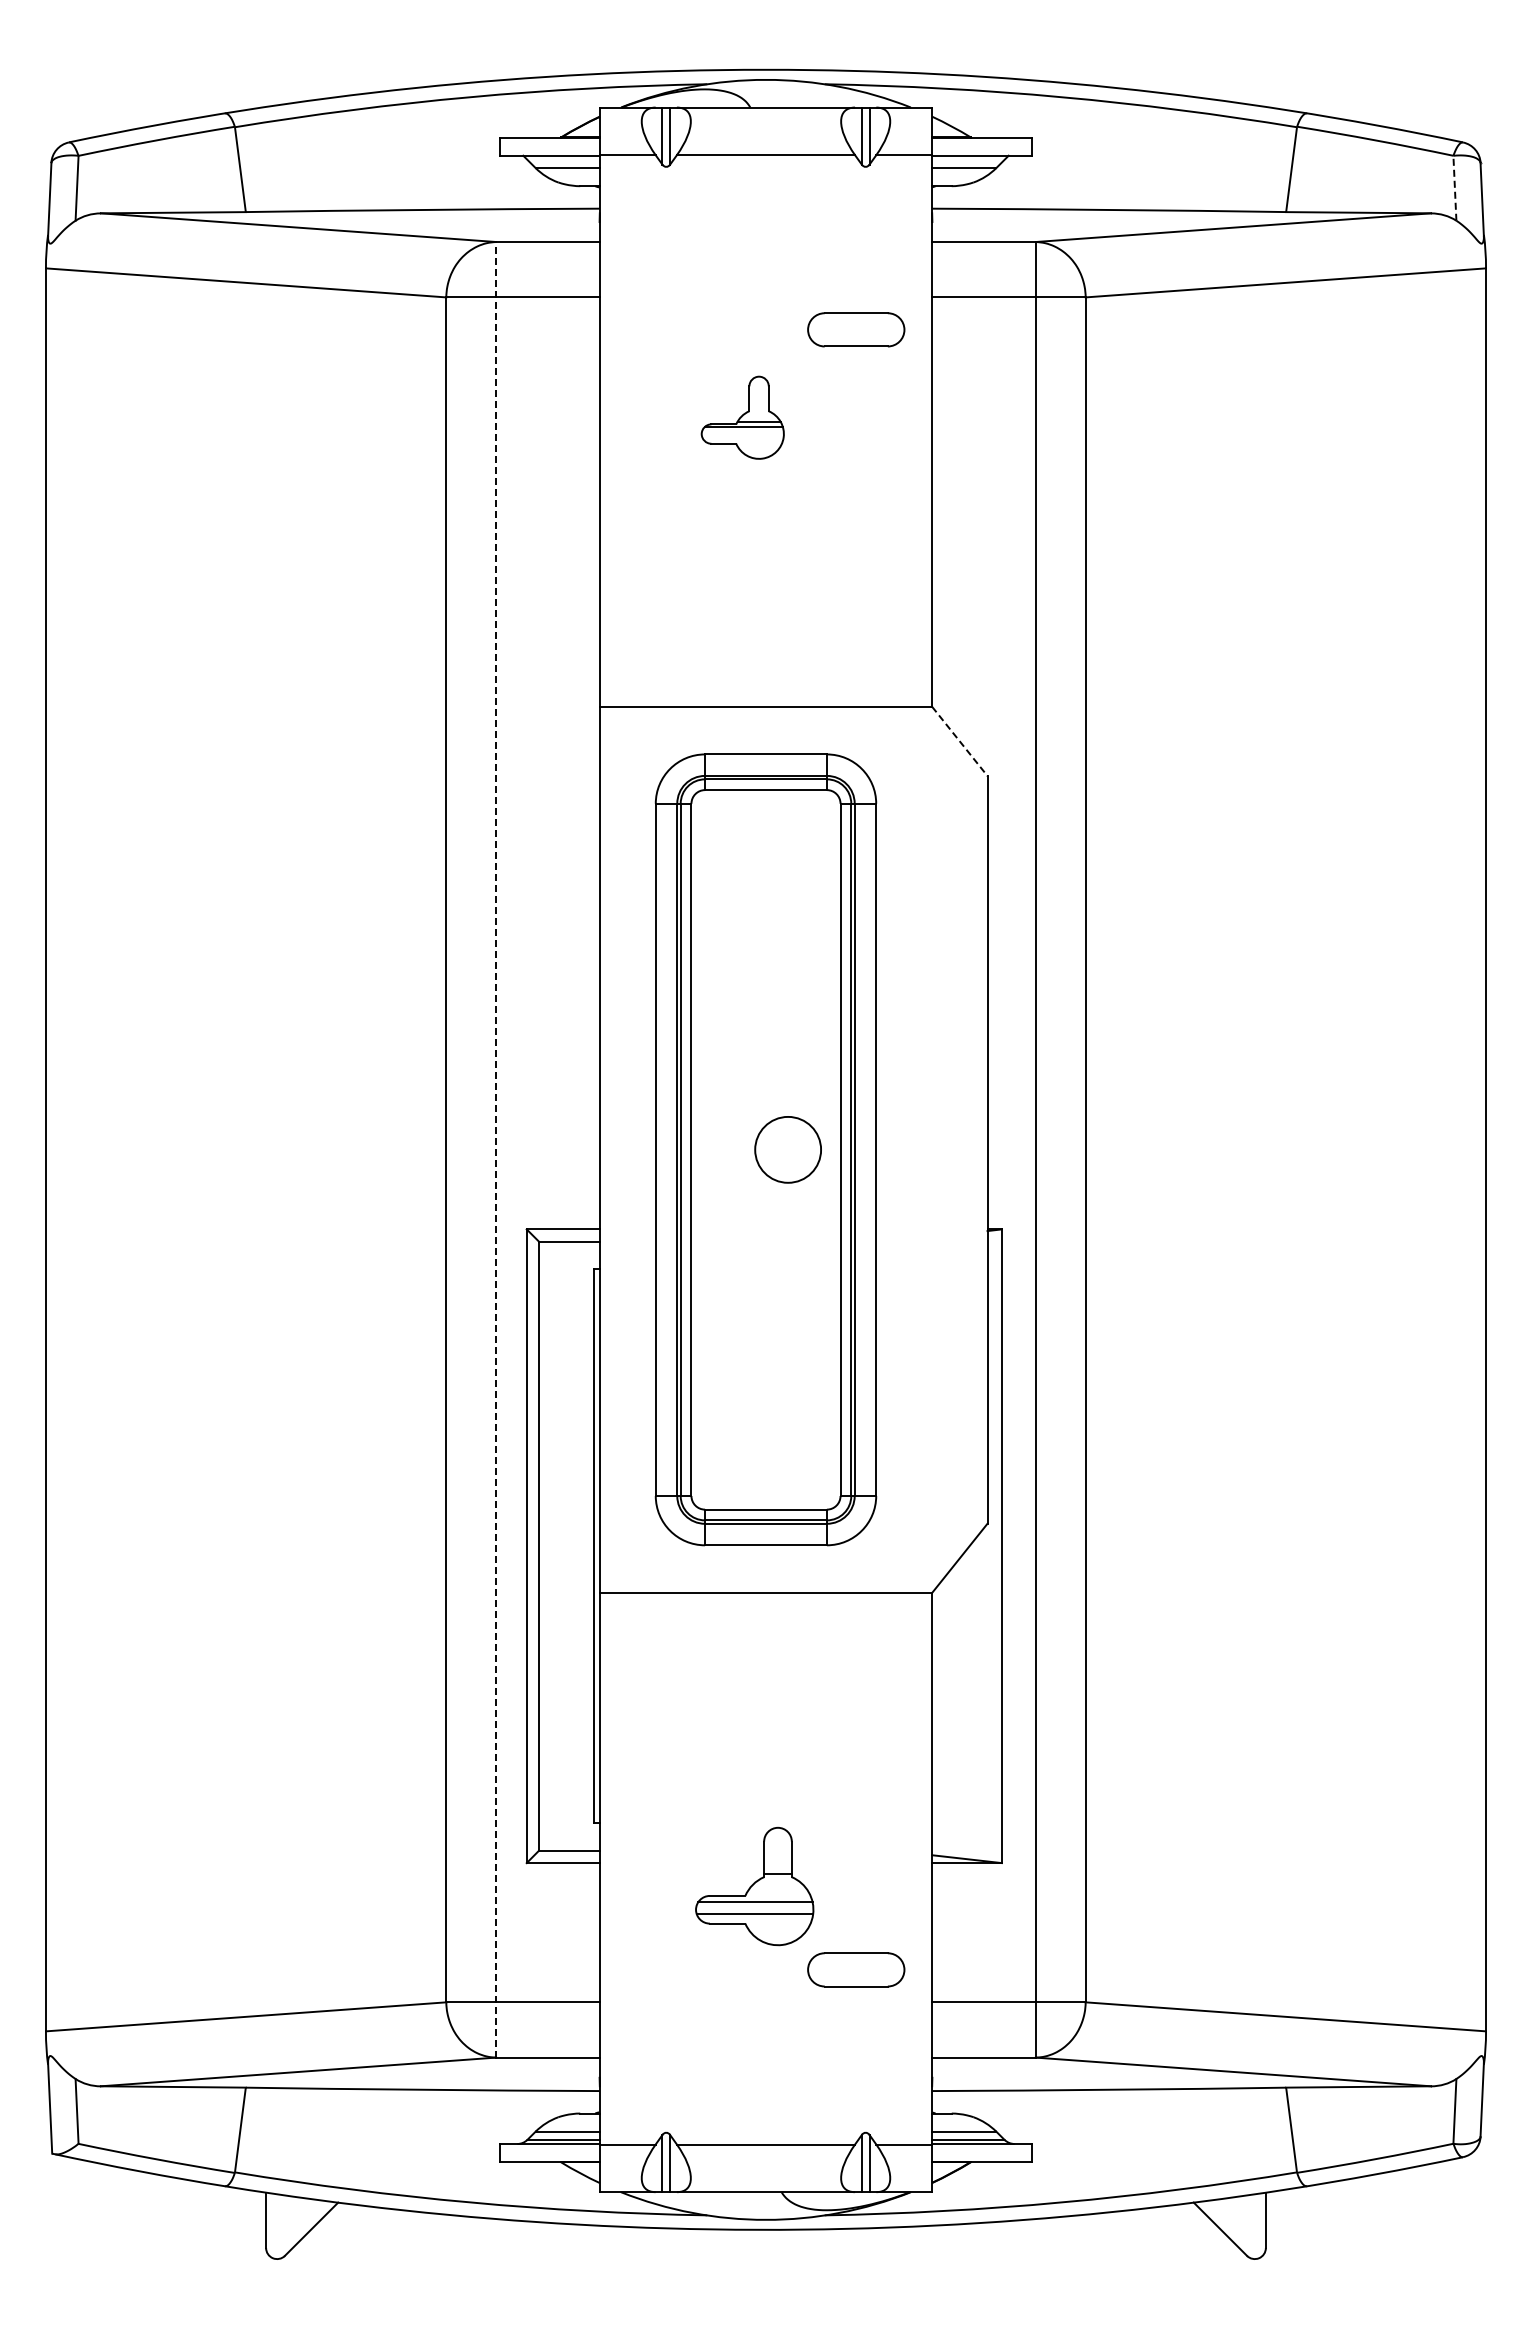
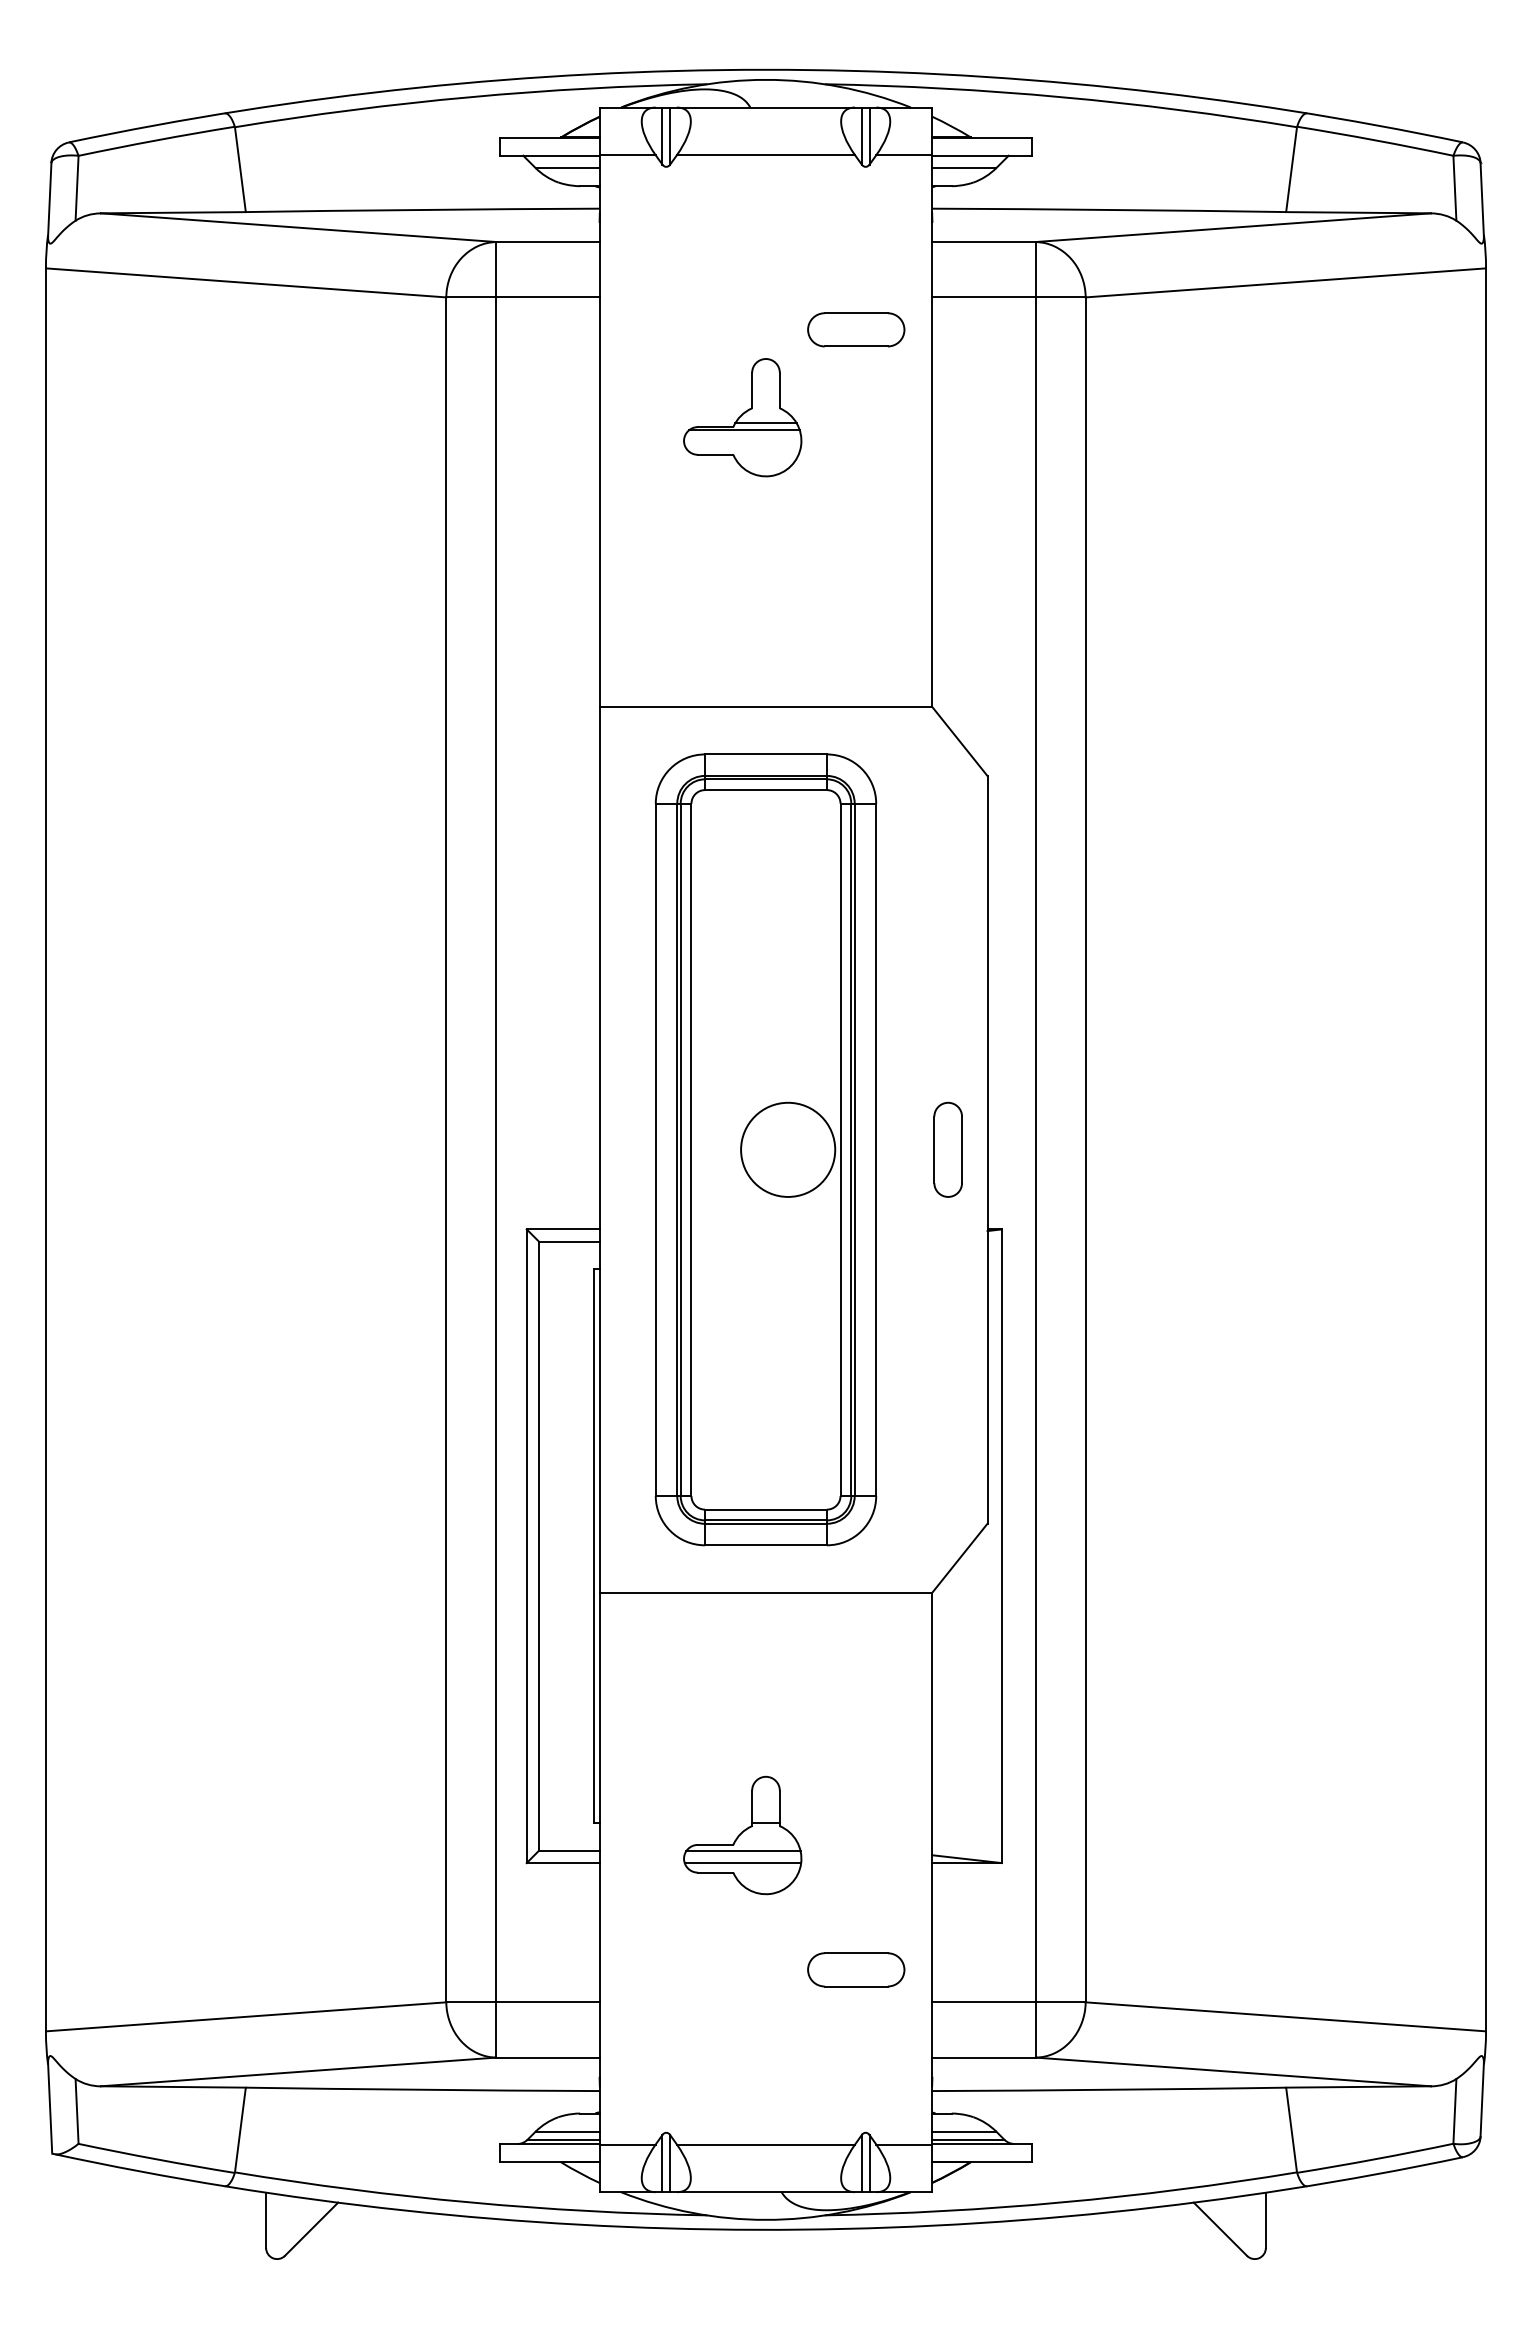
line at (1454, 187): dashed -> solid
part at (742, 417) size: 85x85 px -> 120x120 px
line at (960, 741): dashed -> solid
line at (496, 1149): dashed -> solid
circle at (788, 1149) diameter: 66 px -> 94 px
part at (947, 1149): none -> present
part at (754, 1886) position: (754, 1886) -> (742, 1835)
